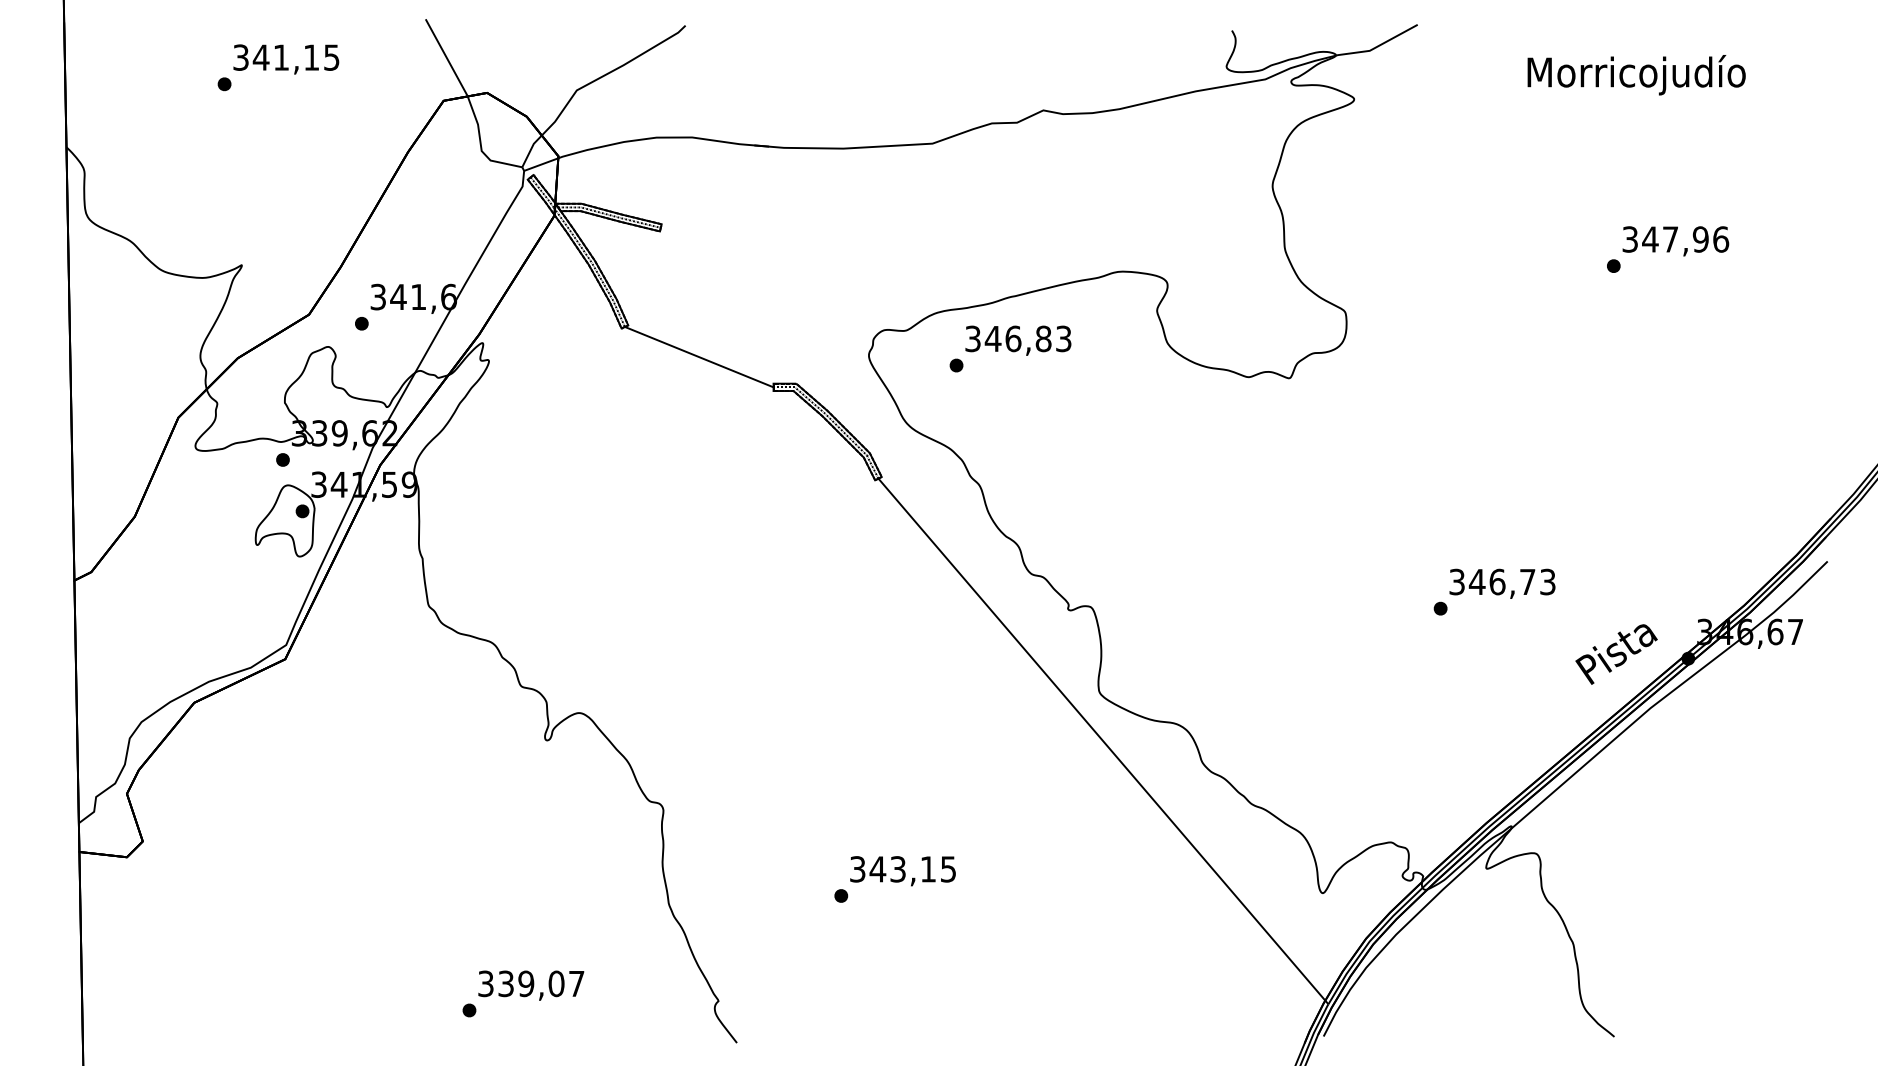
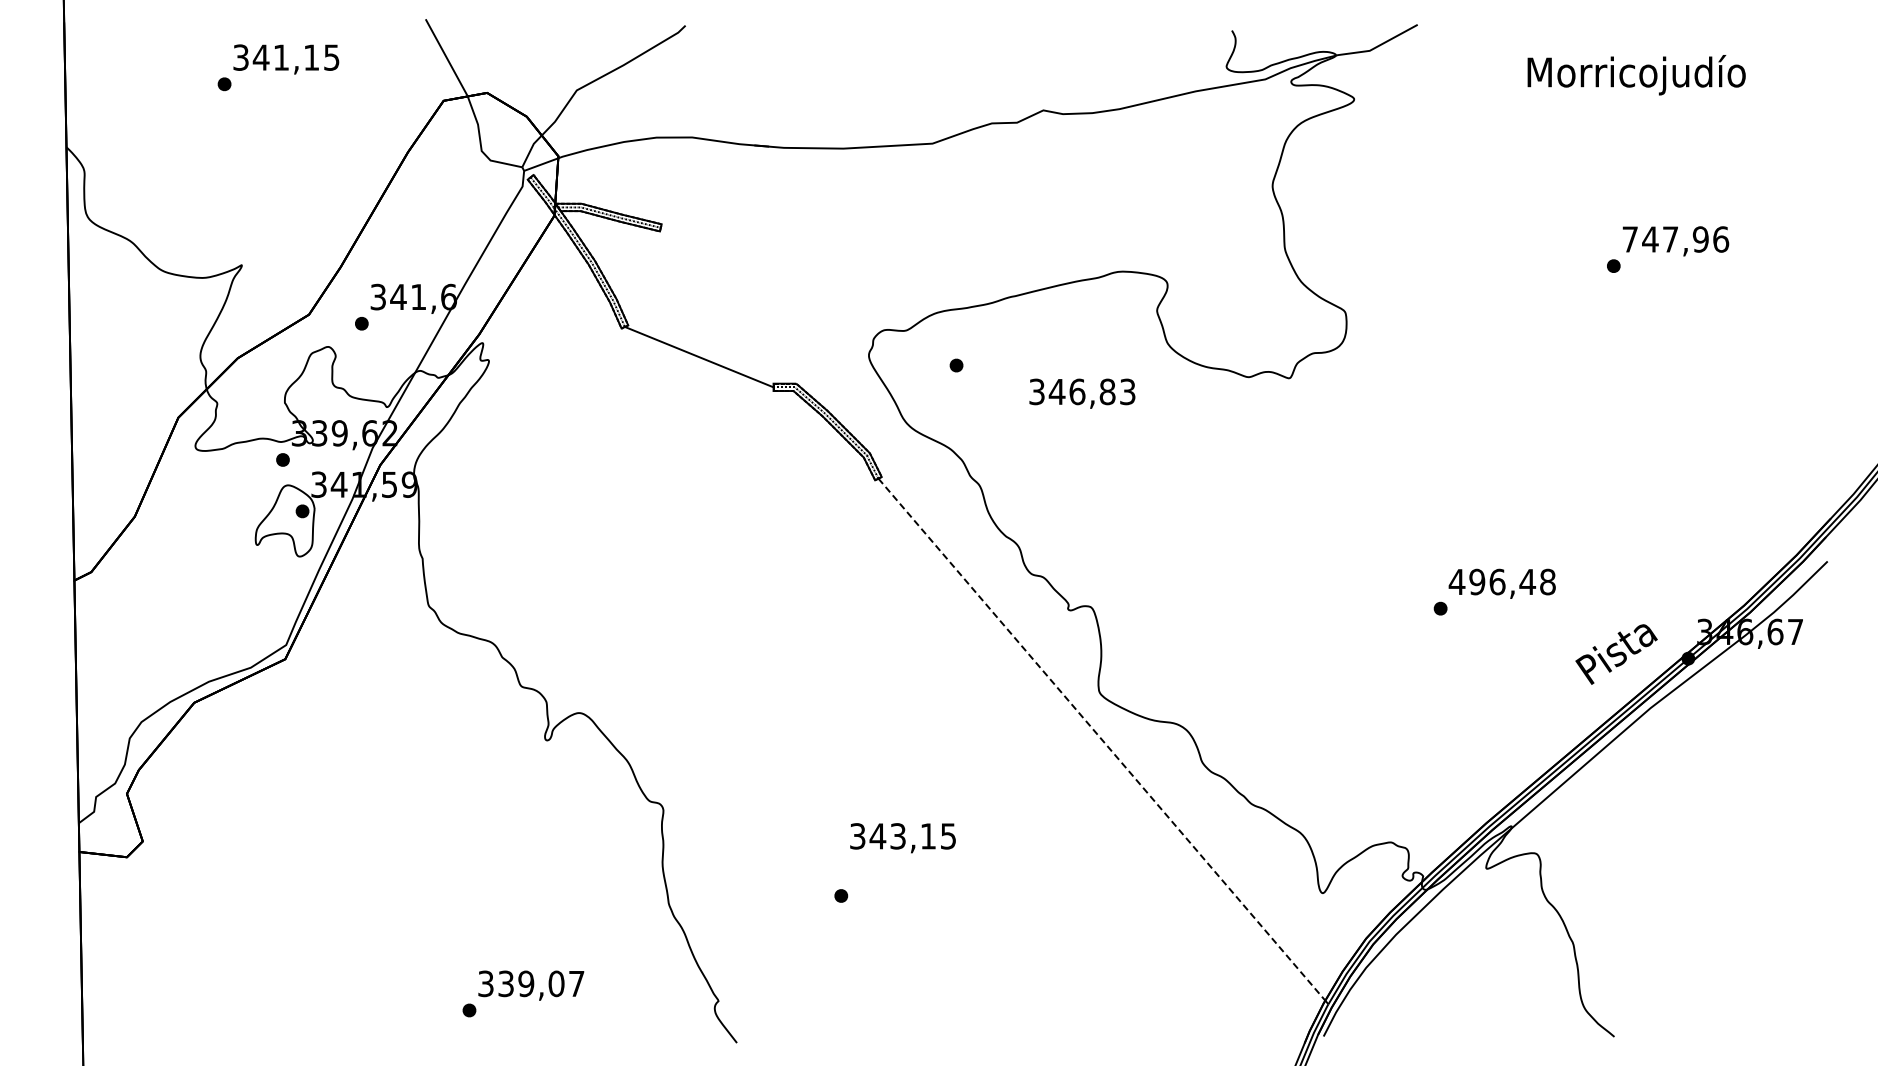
text at (1629, 239): 347,96 -> 747,96
text at (1018, 340) position: (1018, 340) -> (1082, 393)
text at (1501, 581): 346,73 -> 496,48
line at (1101, 739): solid -> dashed
text at (902, 871) position: (902, 871) -> (902, 838)
